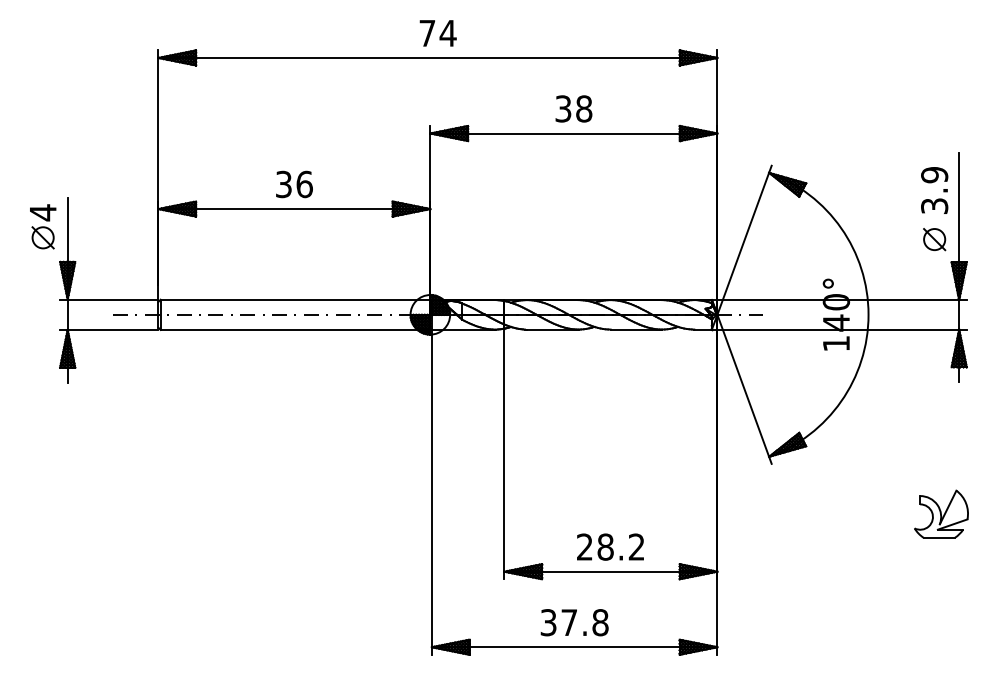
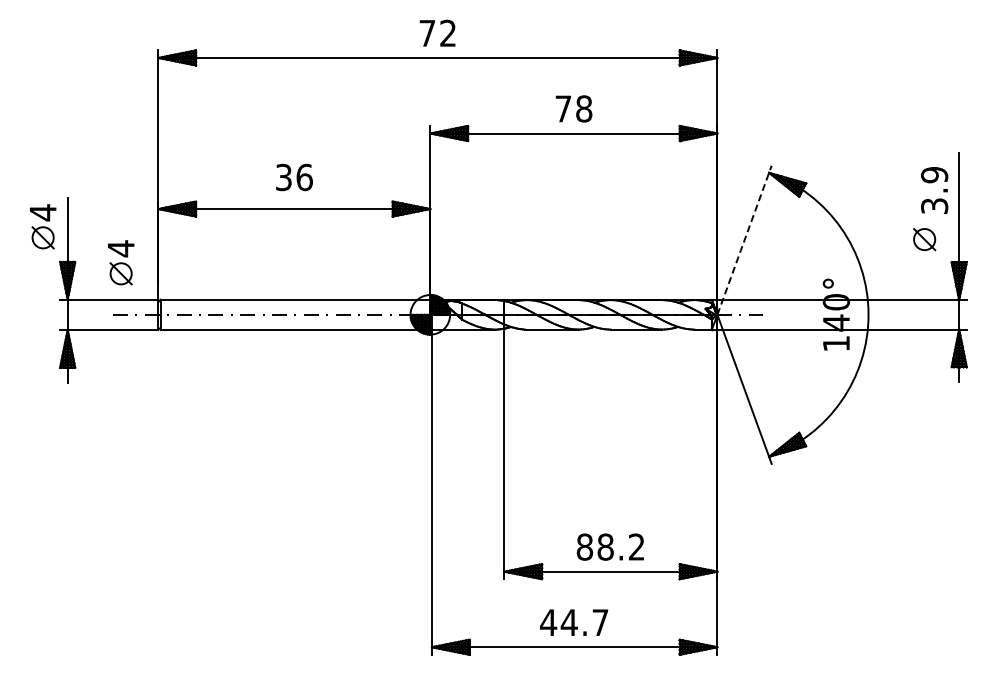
text at (447, 32): 74 -> 72
text at (563, 108): 38 -> 78
text at (294, 184) position: (294, 184) -> (294, 177)
line at (744, 239): solid -> dashed
part at (934, 239) position: (934, 239) -> (924, 239)
part at (121, 262): none -> present
part at (941, 513): present -> none
text at (584, 546): 28.2 -> 88.2
text at (574, 622): 37.8 -> 44.7
